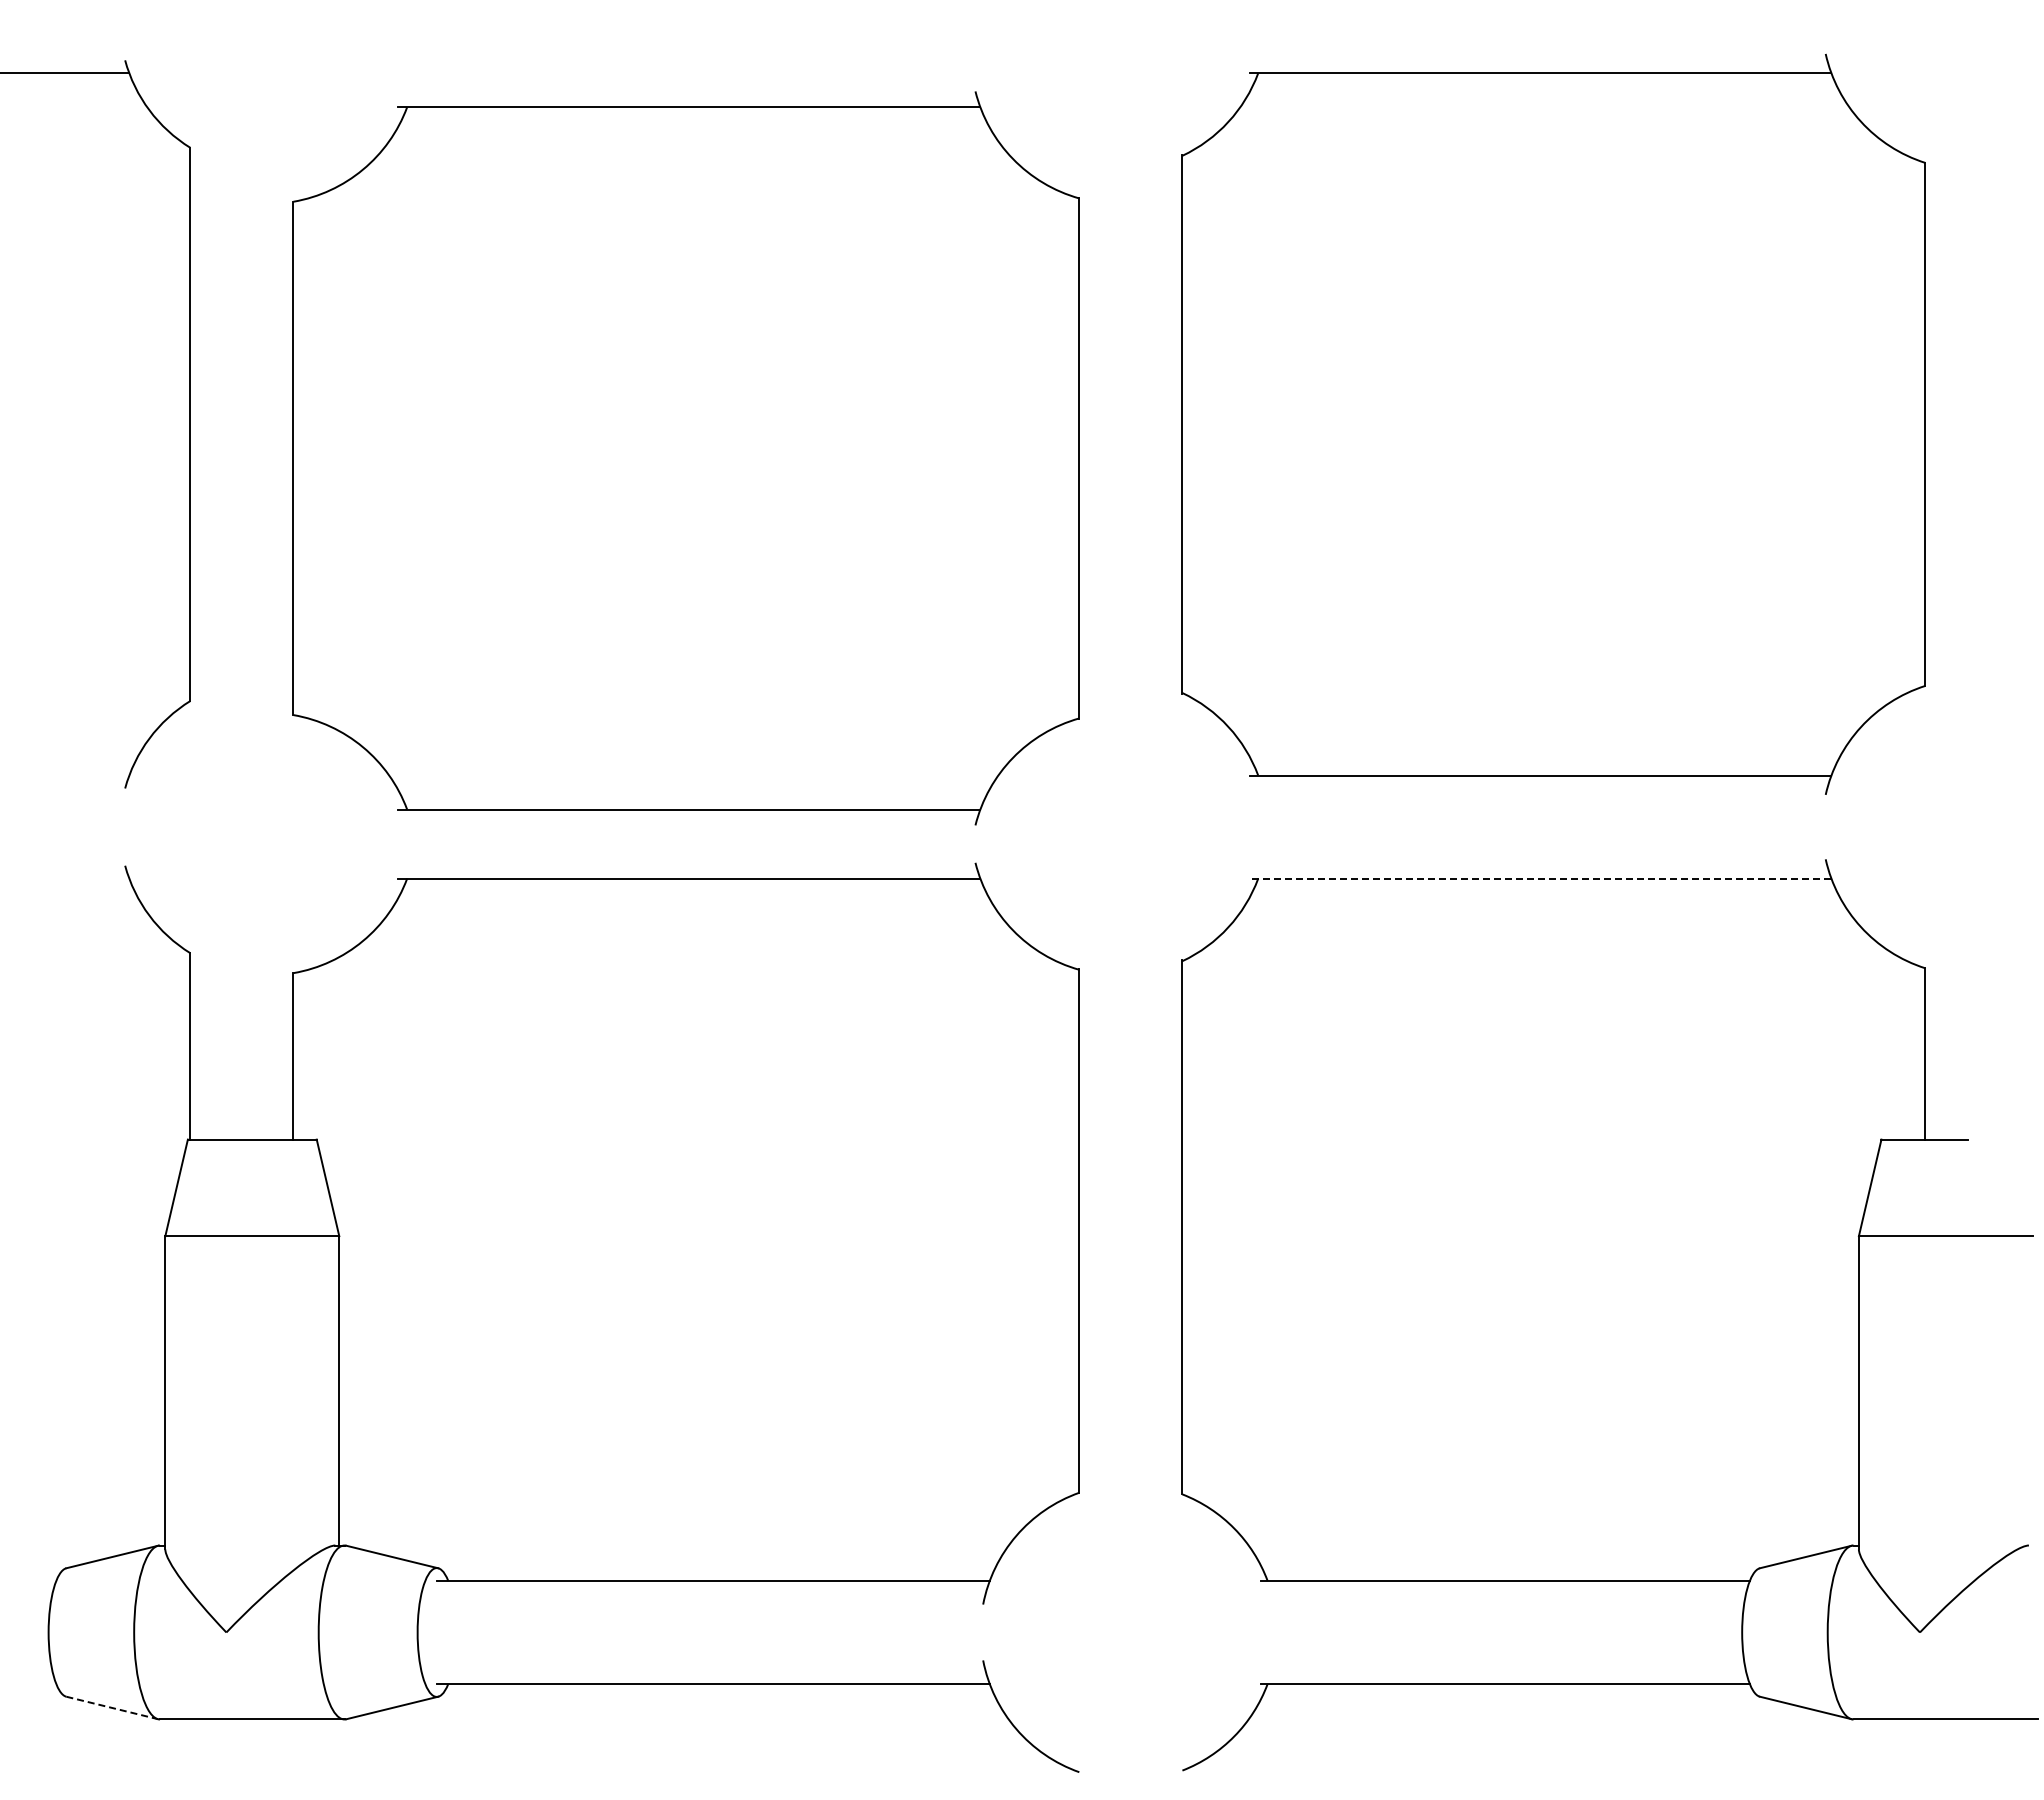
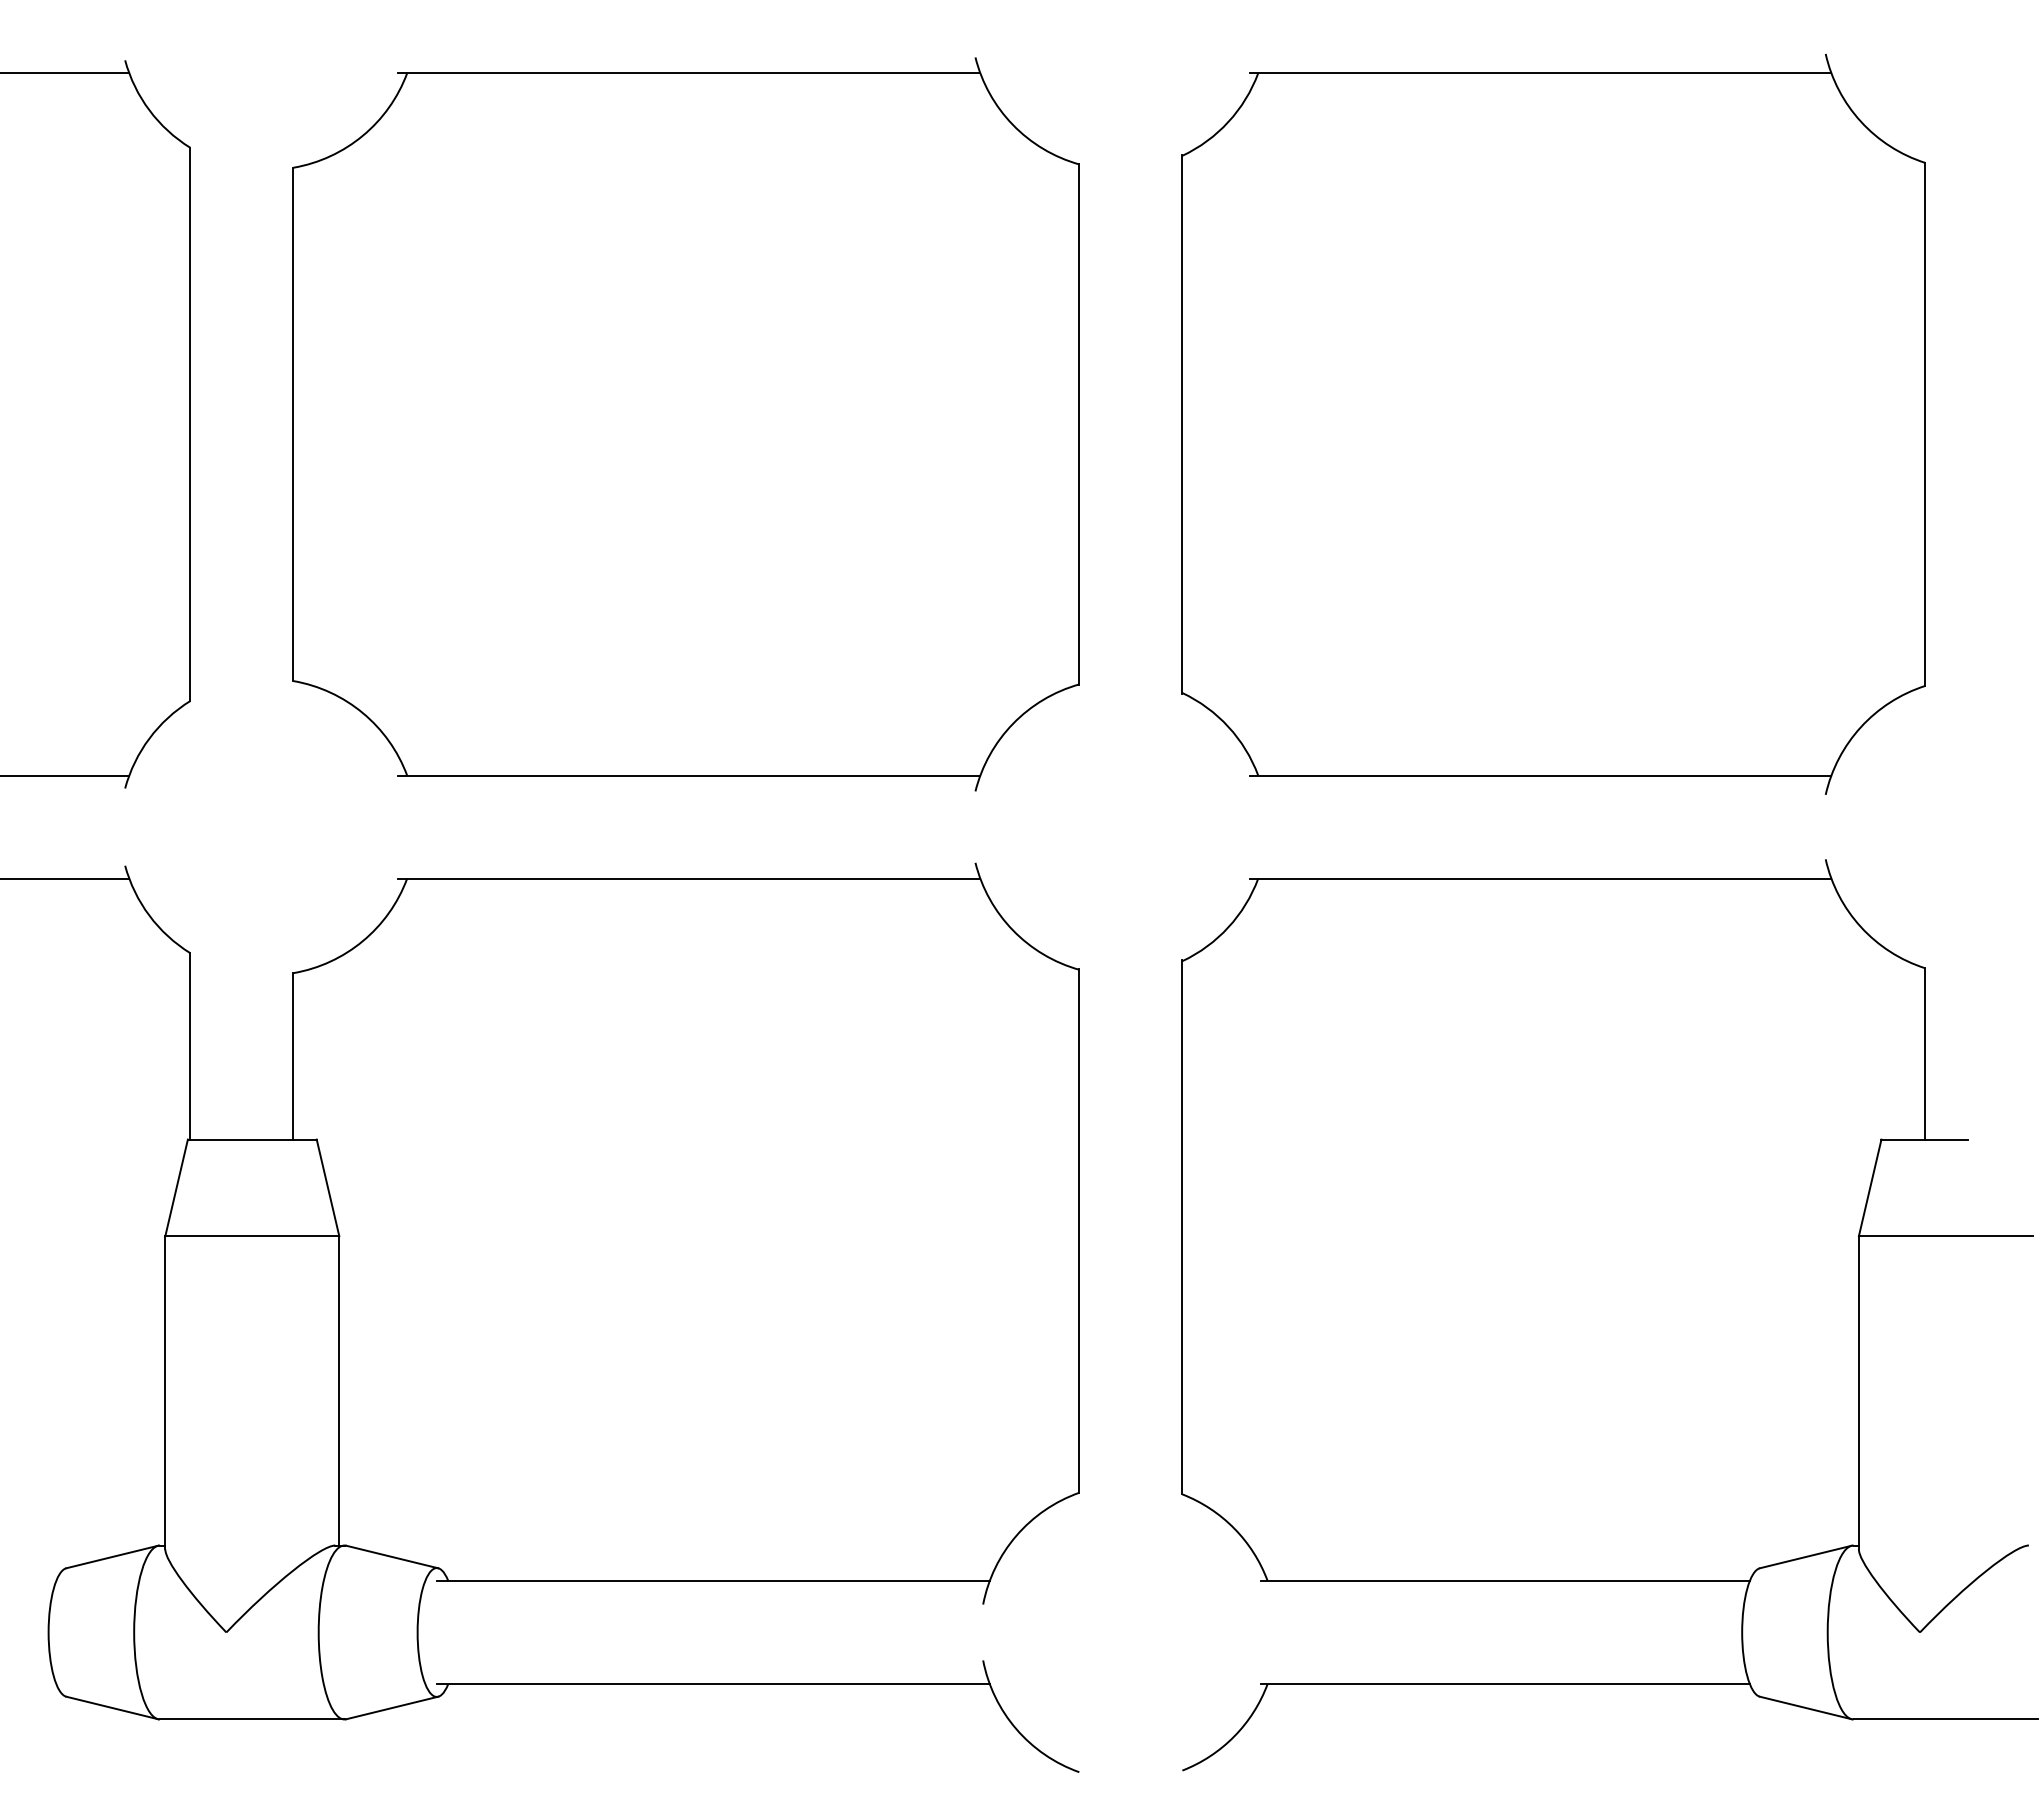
part at (685, 458) position: (685, 458) -> (685, 424)
line at (65, 775): none -> present
line at (65, 878): none -> present
line at (1540, 878): dashed -> solid
line at (112, 1708): dashed -> solid
